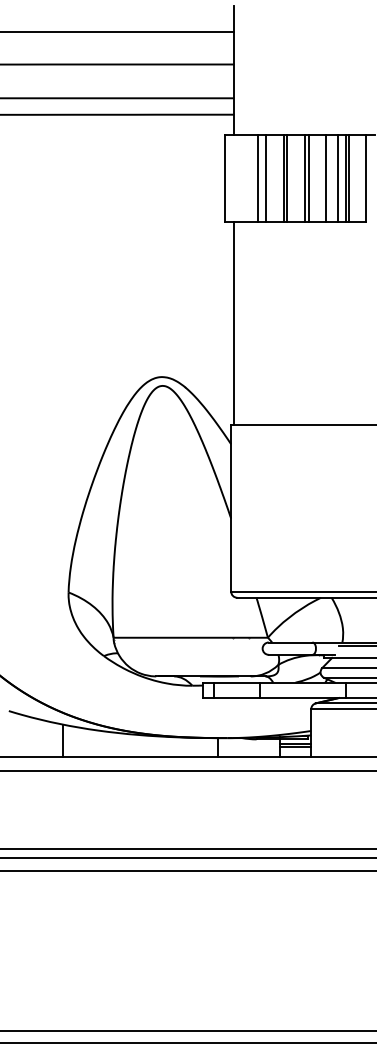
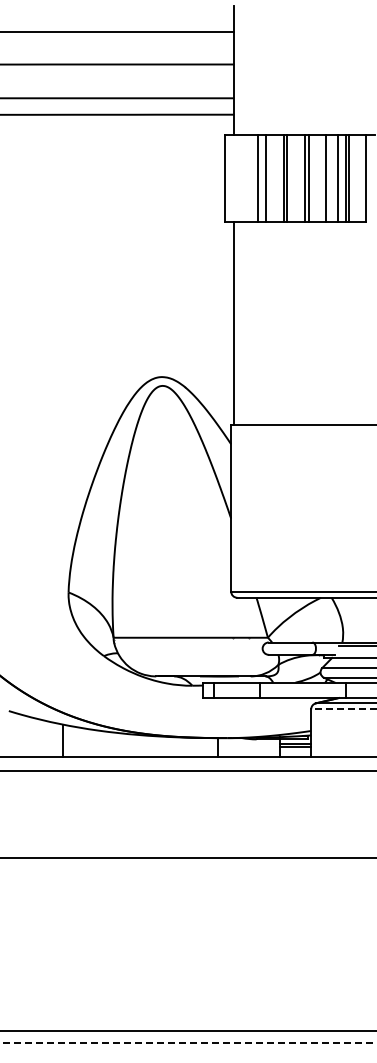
line at (344, 709): solid -> dashed
line at (187, 849): present -> none
line at (187, 870): present -> none
line at (188, 1043): solid -> dashed
